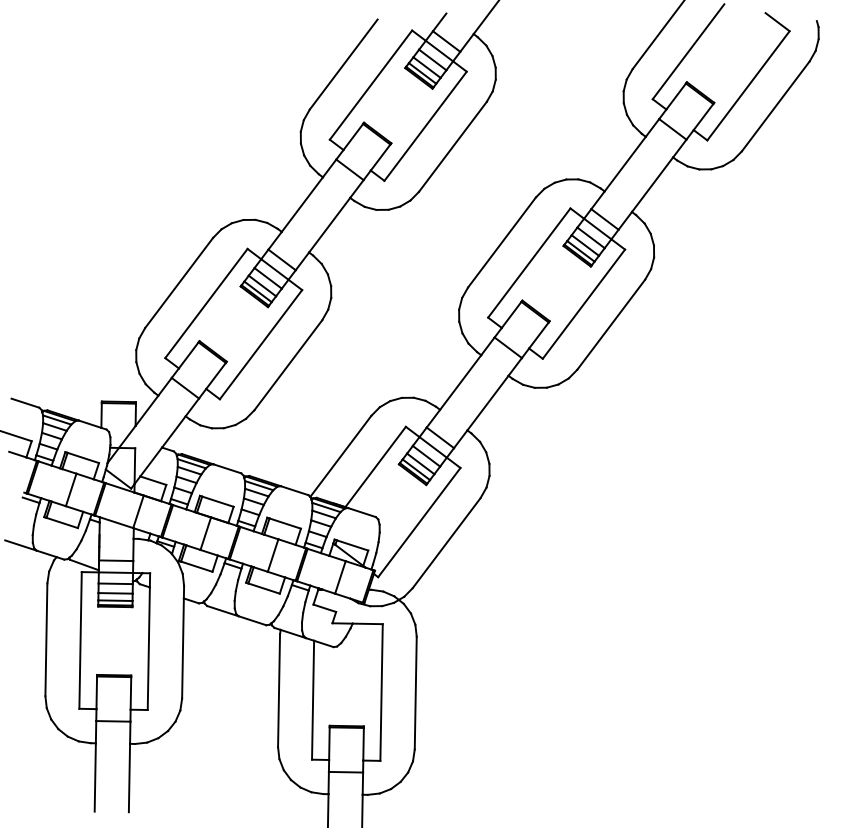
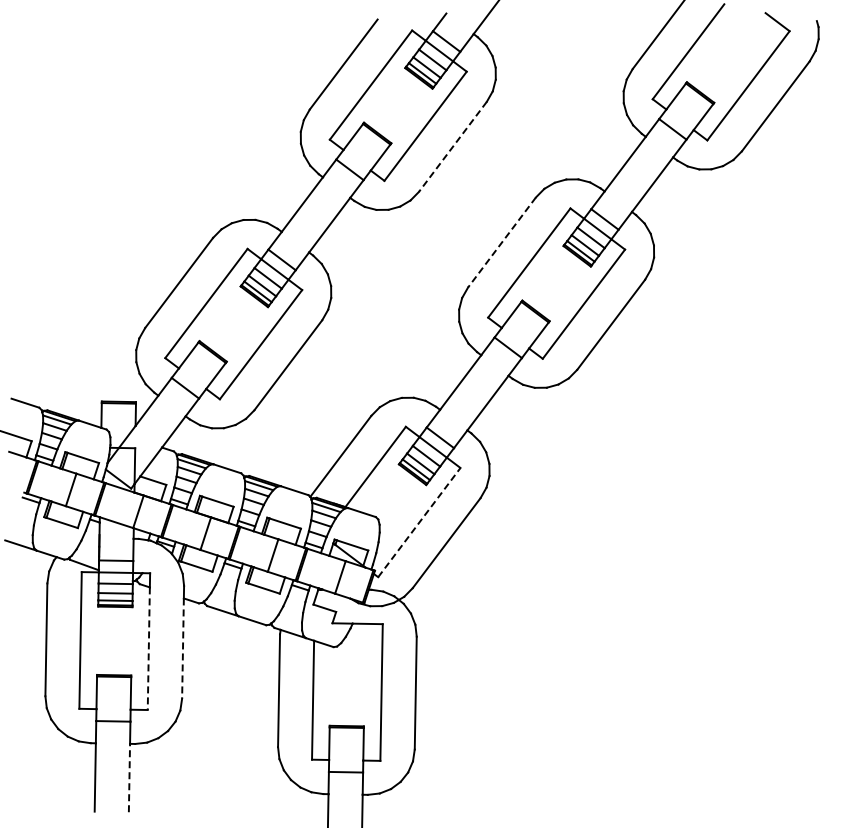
line at (452, 147): solid -> dashed
line at (501, 242): solid -> dashed
line at (419, 522): solid -> dashed
line at (148, 649): solid -> dashed
line at (183, 649): solid -> dashed
line at (129, 777): solid -> dashed
